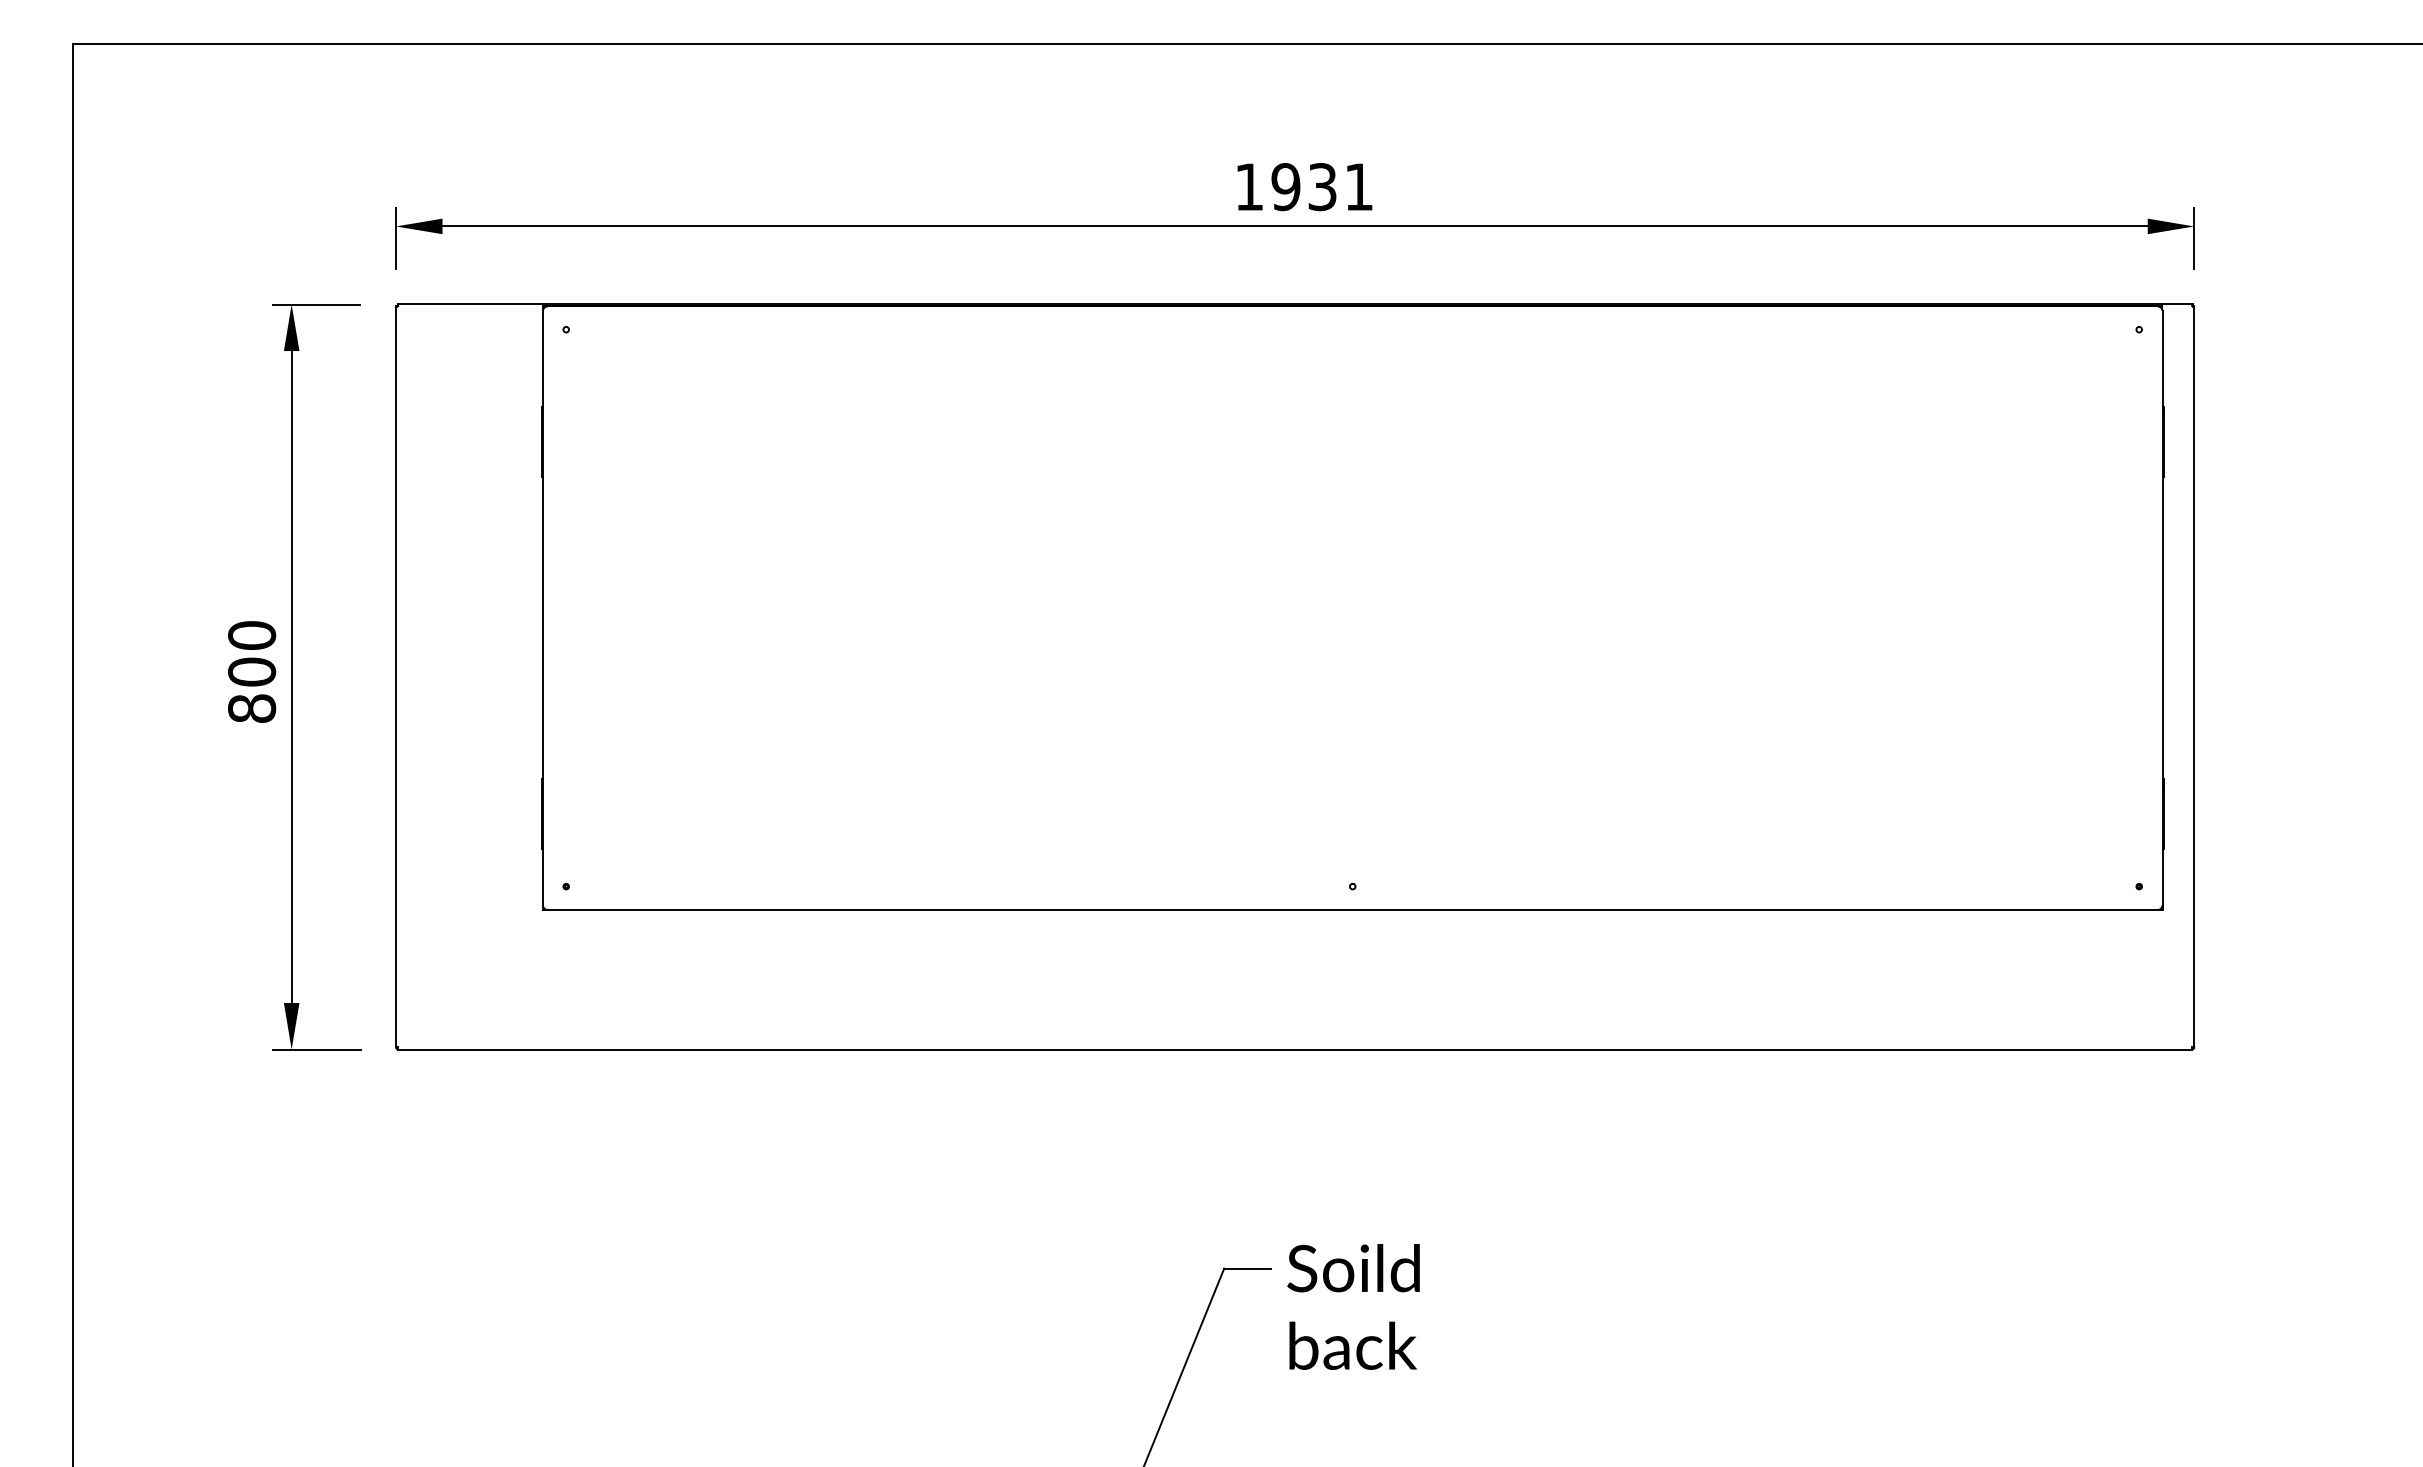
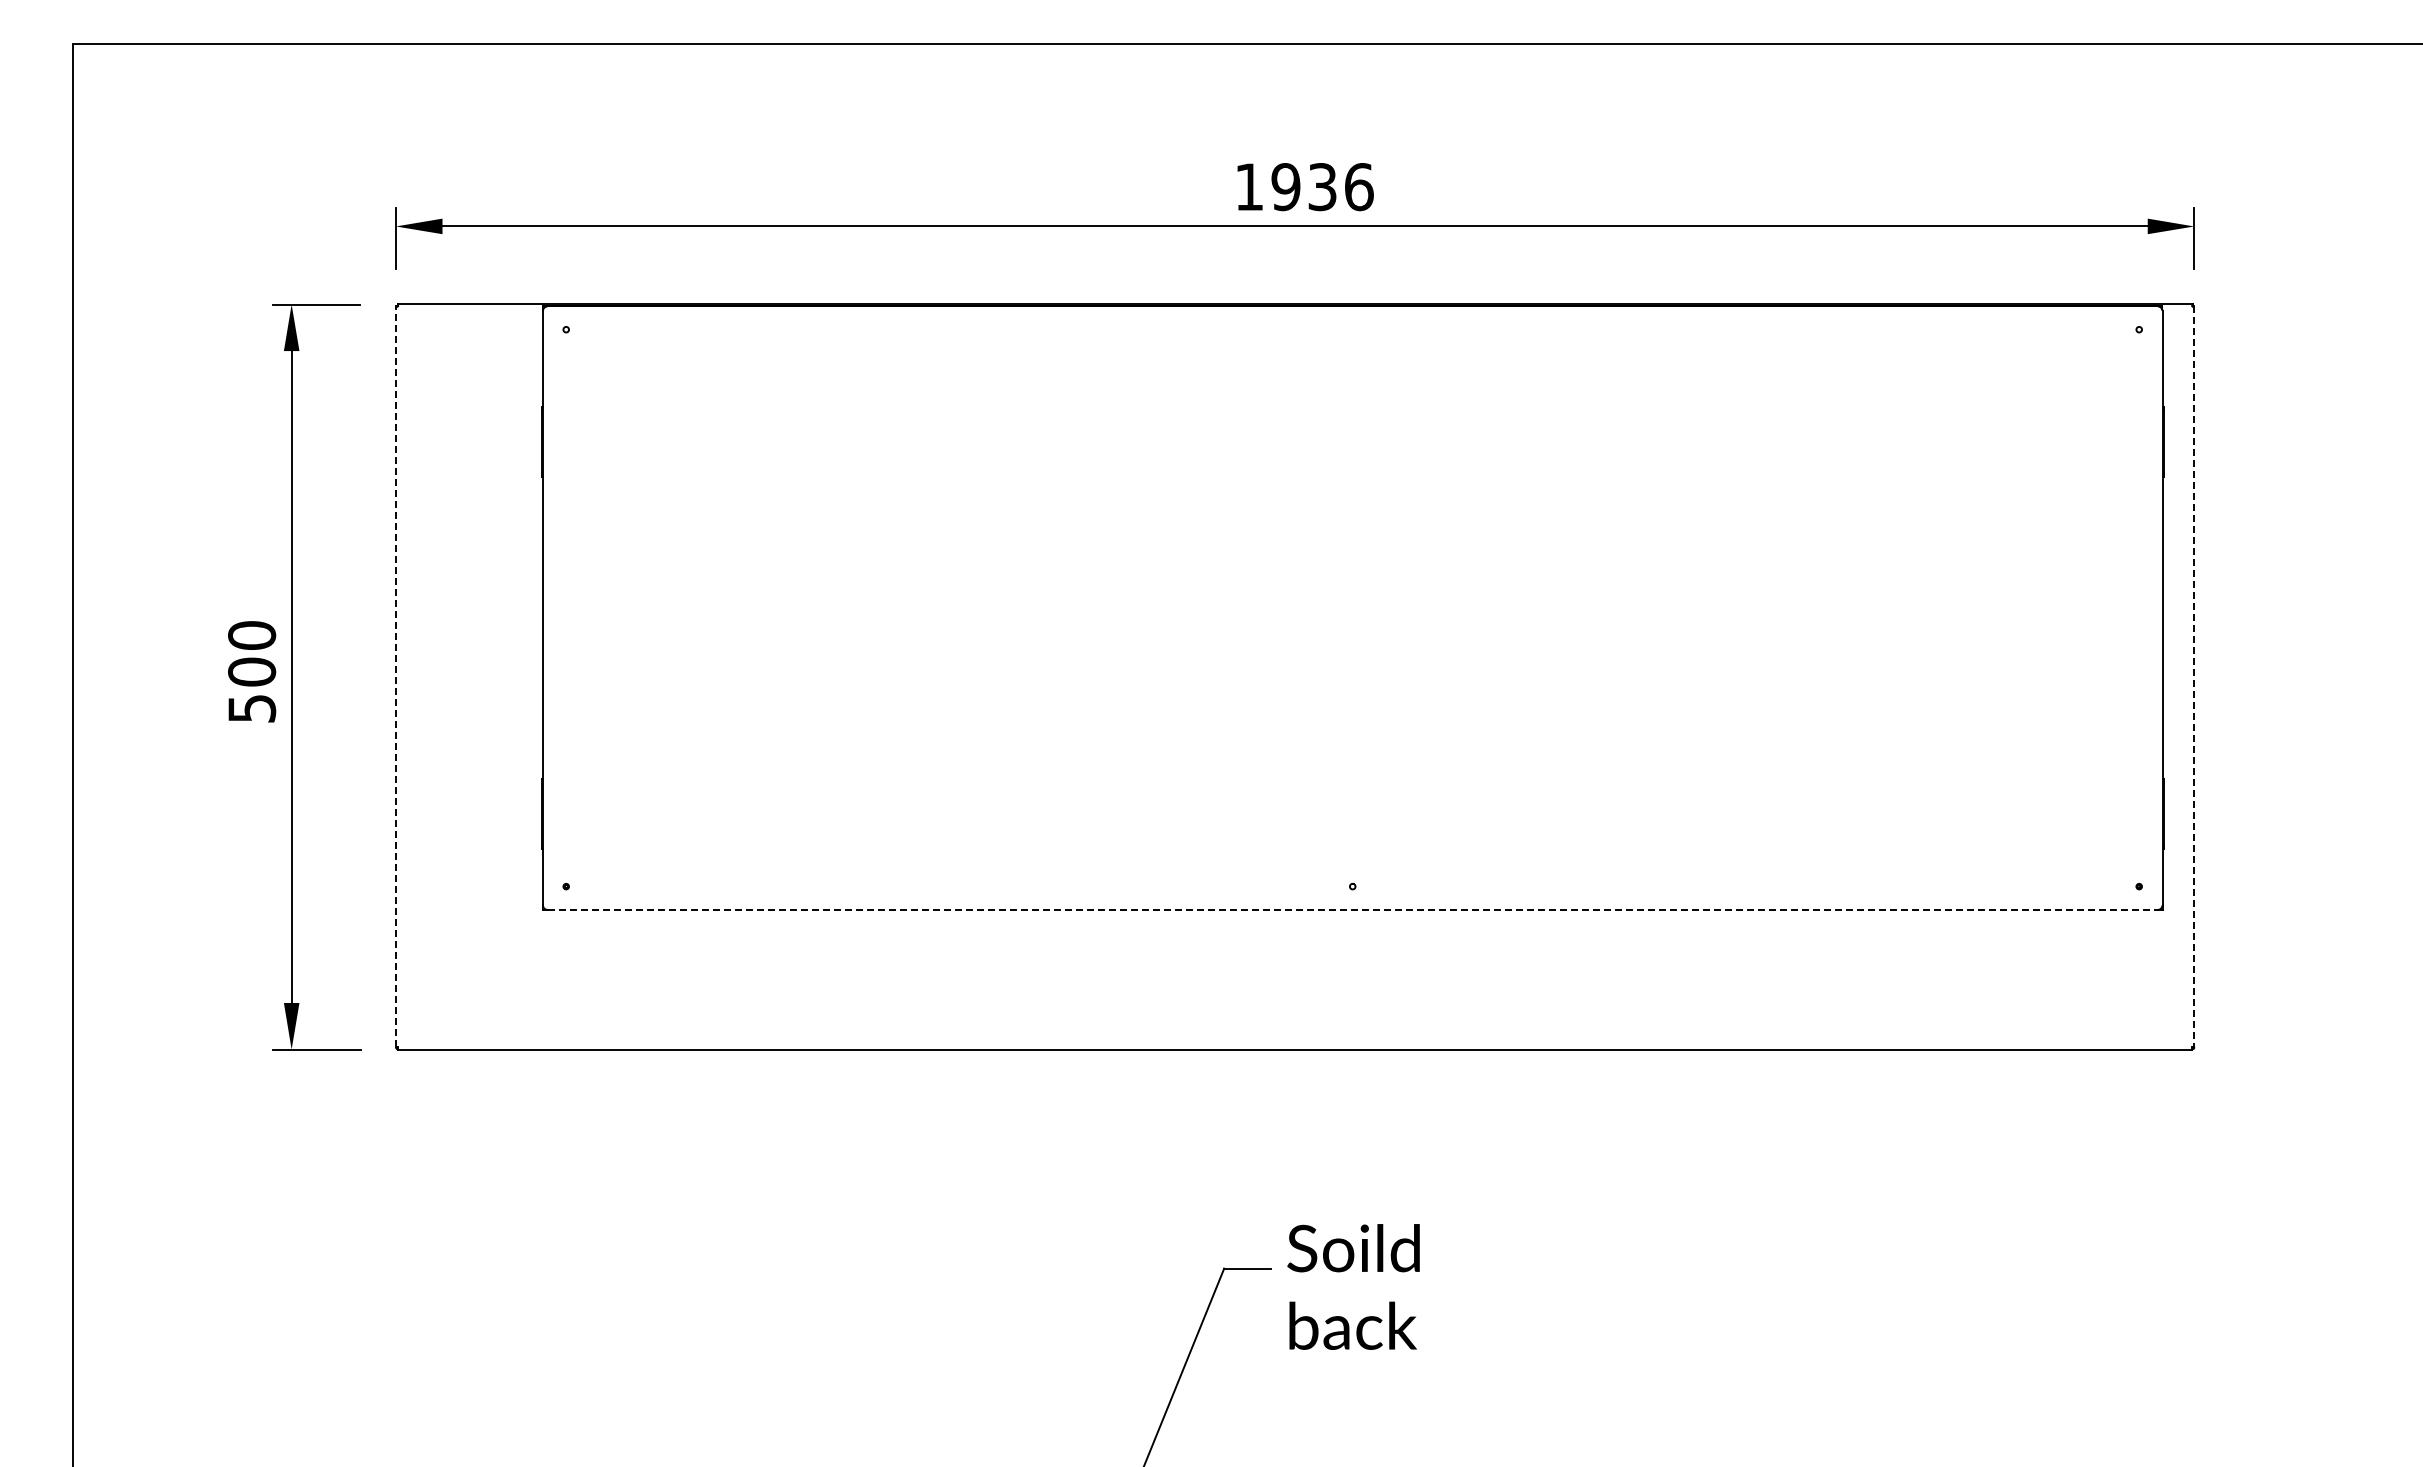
text at (1359, 187): 1931 -> 1936
line at (395, 676): solid -> dashed
line at (2194, 676): solid -> dashed
text at (252, 708): 800 -> 500
line at (1353, 909): solid -> dashed
text at (1353, 1306) position: (1353, 1306) -> (1353, 1286)
